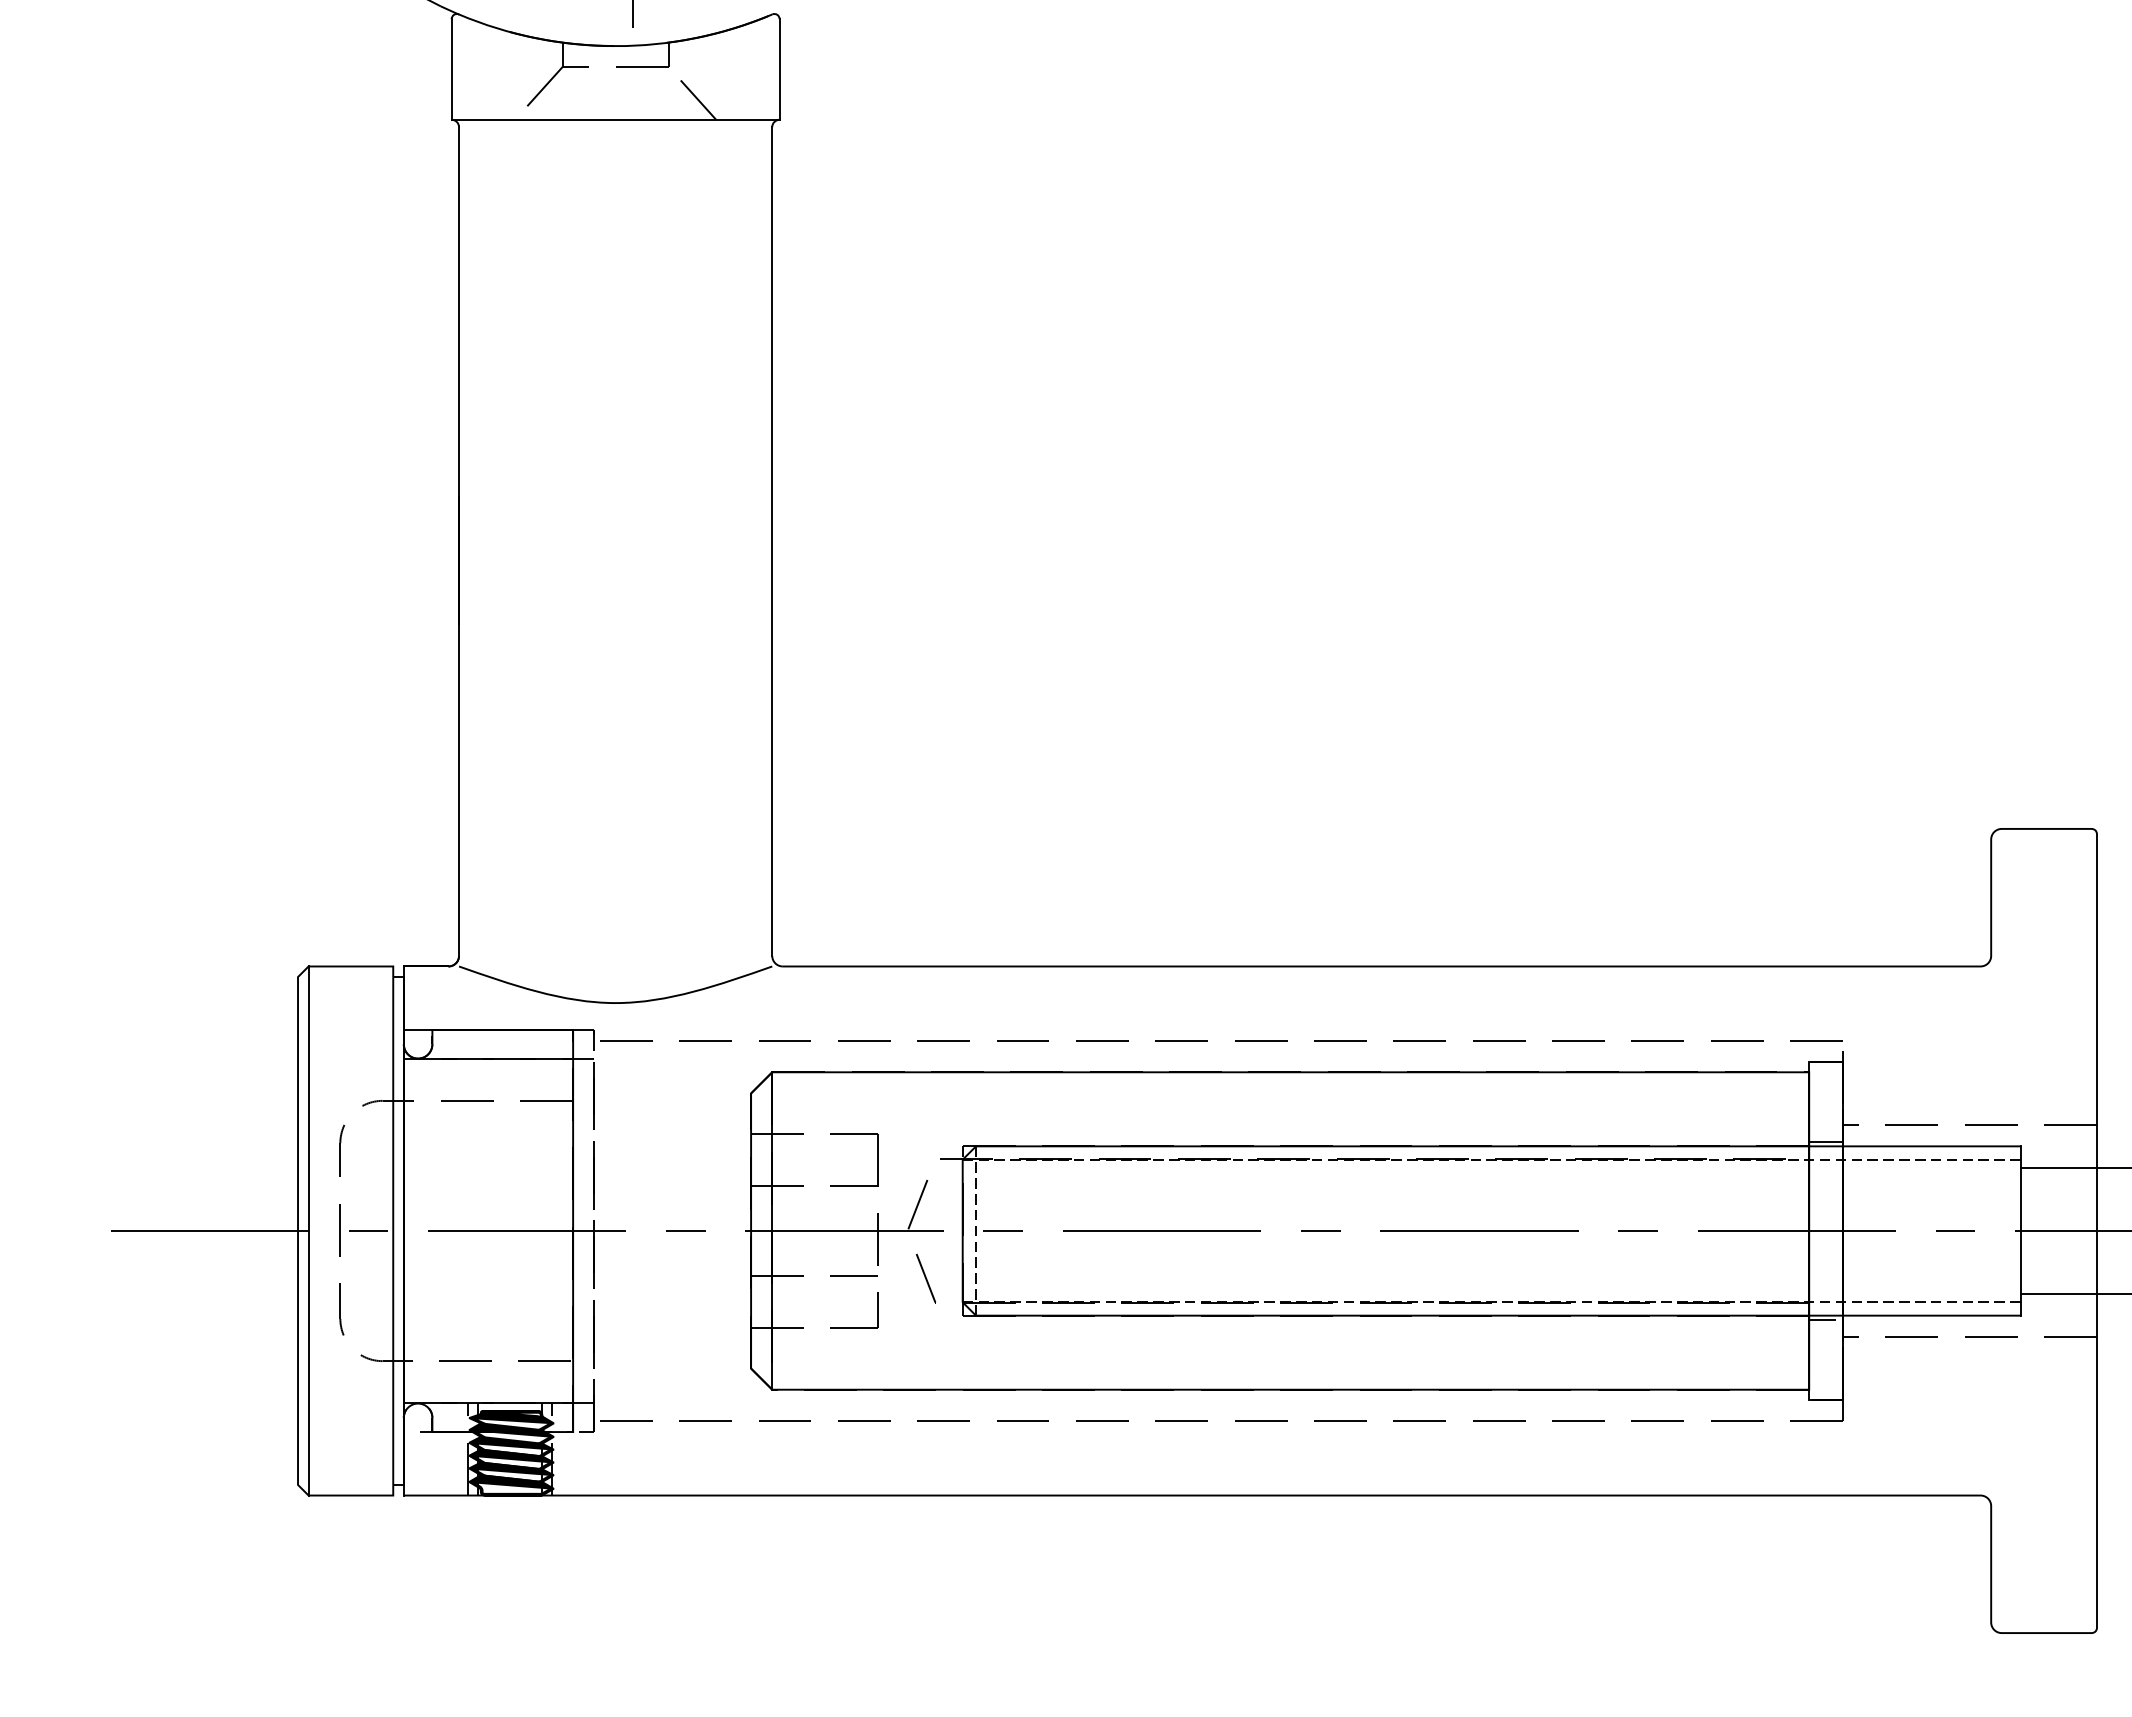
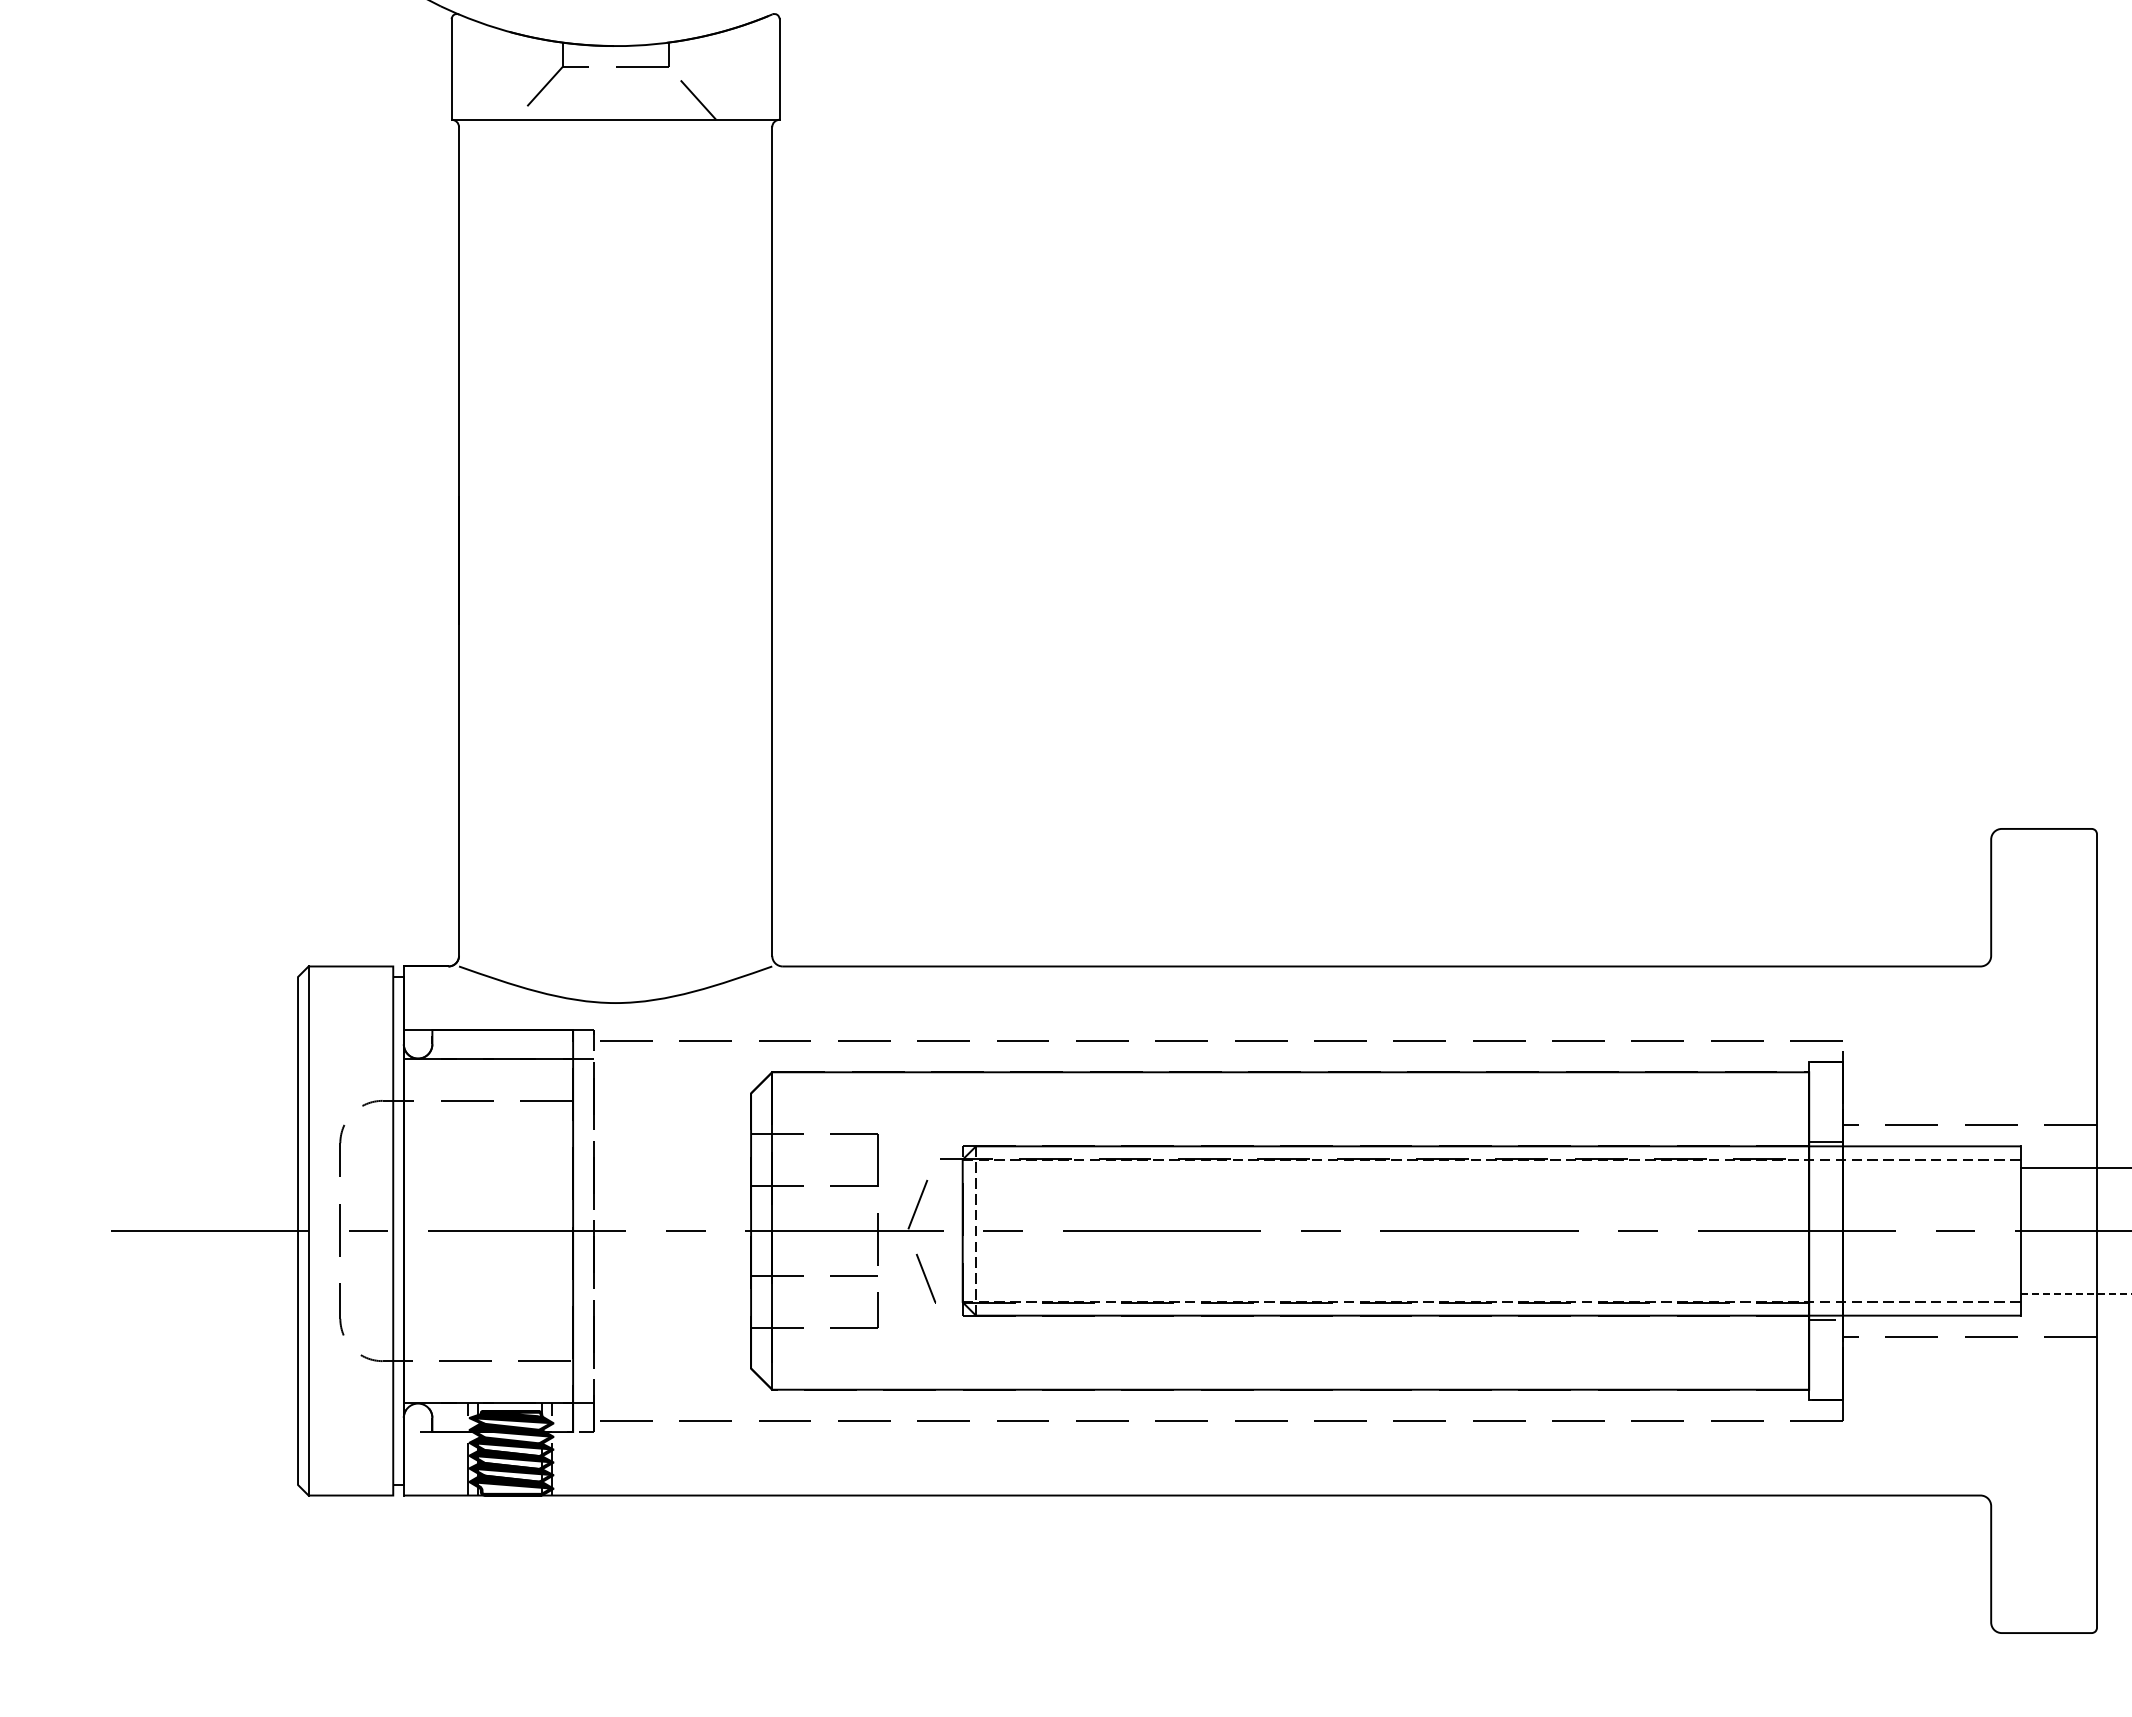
line at (632, 14): present -> none
line at (2076, 1294): solid -> dashed
